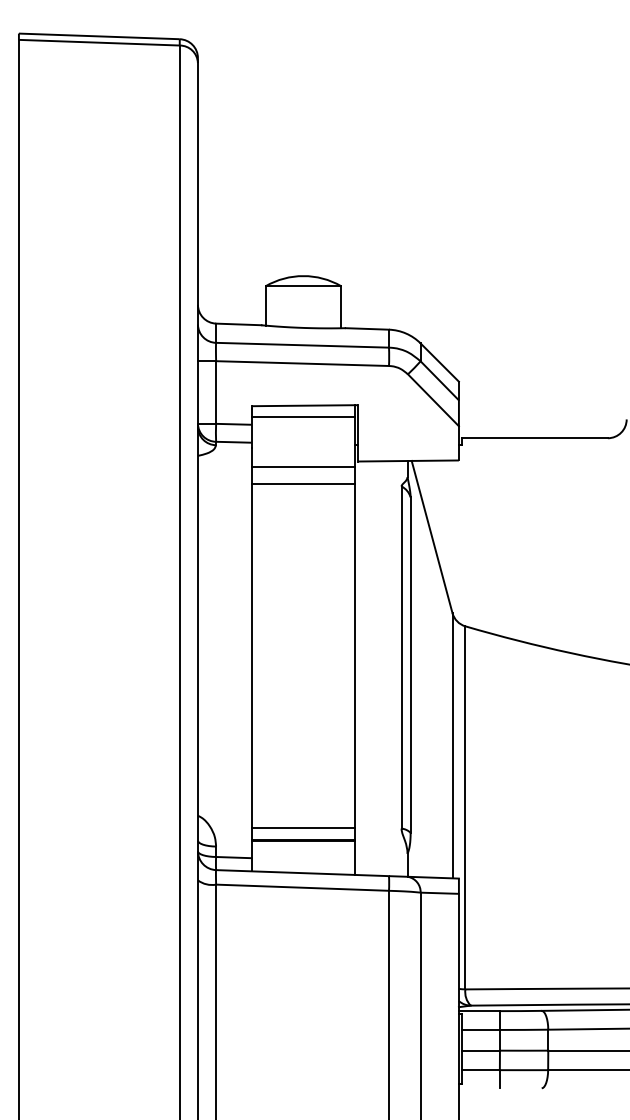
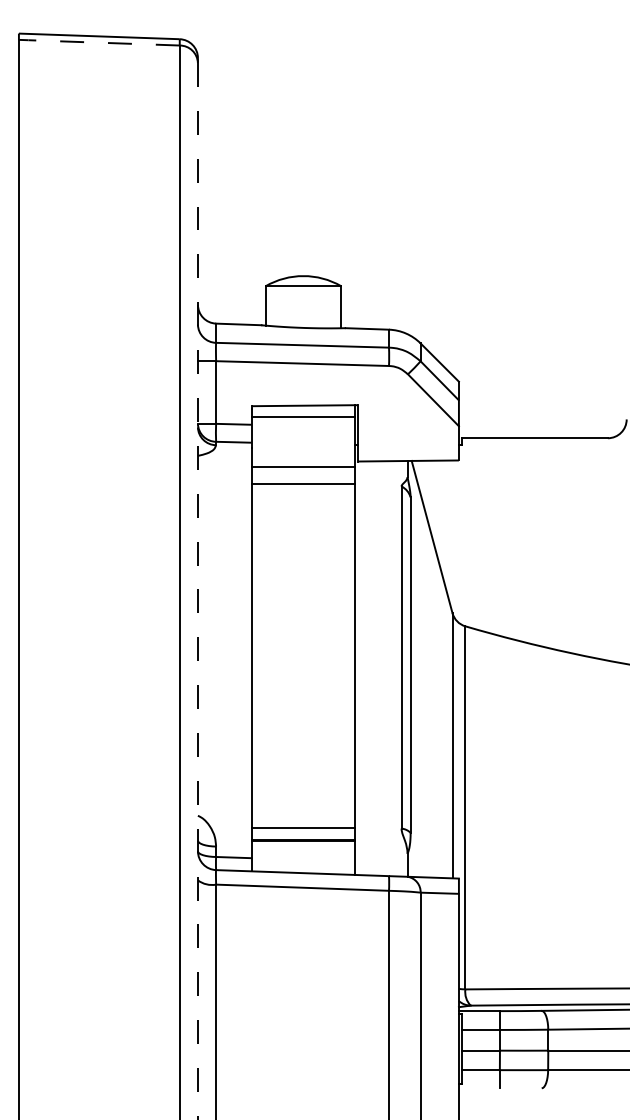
line at (98, 42): solid -> dashed
line at (197, 591): solid -> dashed
